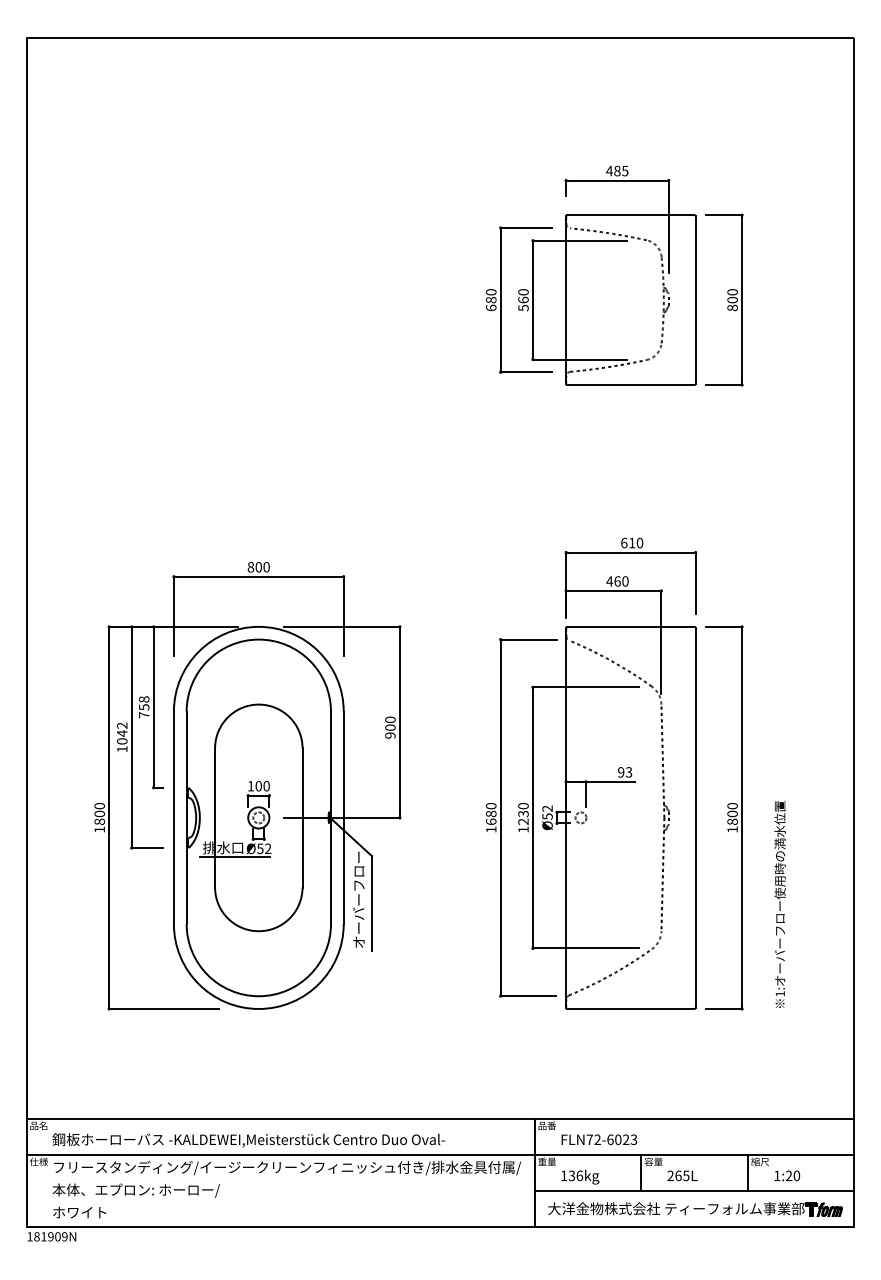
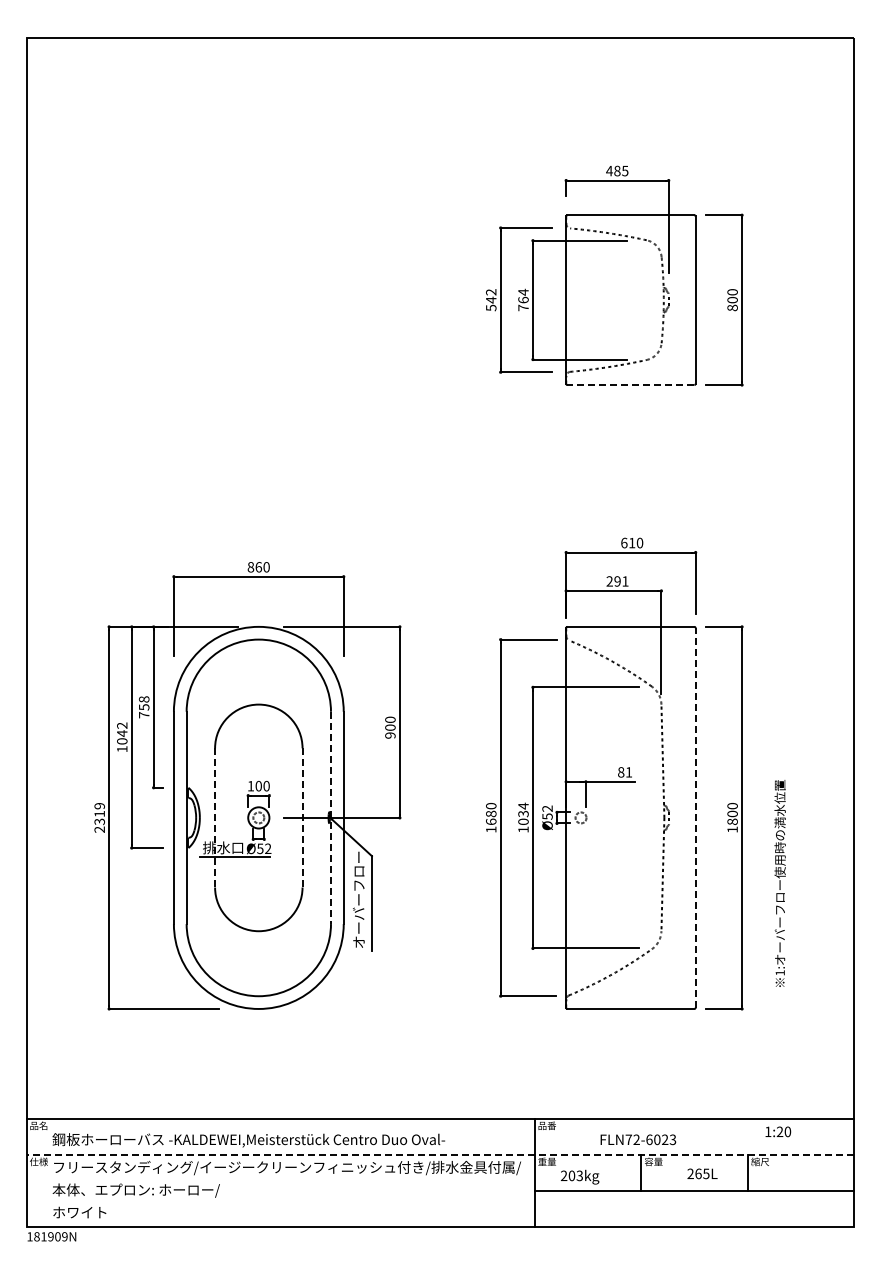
text at (523, 299): 560 -> 764
text at (491, 300): 680 -> 542
line at (630, 385): solid -> dashed
text at (258, 567): 800 -> 860
text at (617, 581): 460 -> 291
text at (625, 772): 93 -> 81
text at (523, 813): 1230 -> 1034
text at (99, 817): 1800 -> 2319
line at (215, 817): solid -> dashed
line at (302, 817): solid -> dashed
line at (695, 817): solid -> dashed
line at (331, 818): solid -> dashed
text at (779, 904) position: (779, 904) -> (779, 883)
text at (599, 1139) position: (599, 1139) -> (638, 1139)
line at (440, 1155): solid -> dashed
text at (571, 1175): 136kg -> 203kg
text at (682, 1175) position: (682, 1175) -> (702, 1173)
text at (787, 1175) position: (787, 1175) -> (778, 1131)
part at (695, 1209): present -> none
